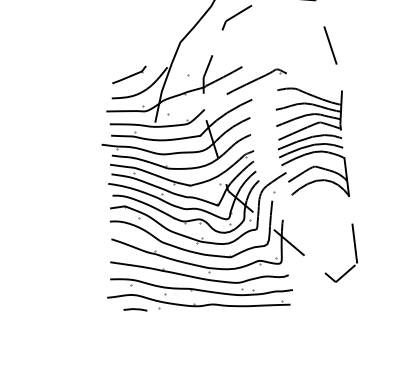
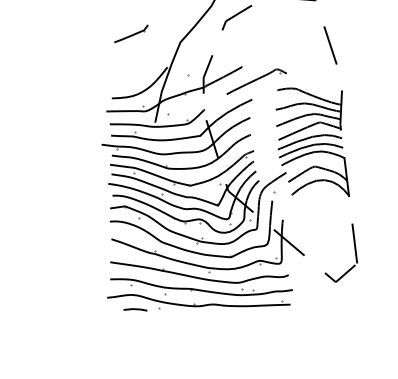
part at (129, 74) position: (129, 74) -> (131, 33)
